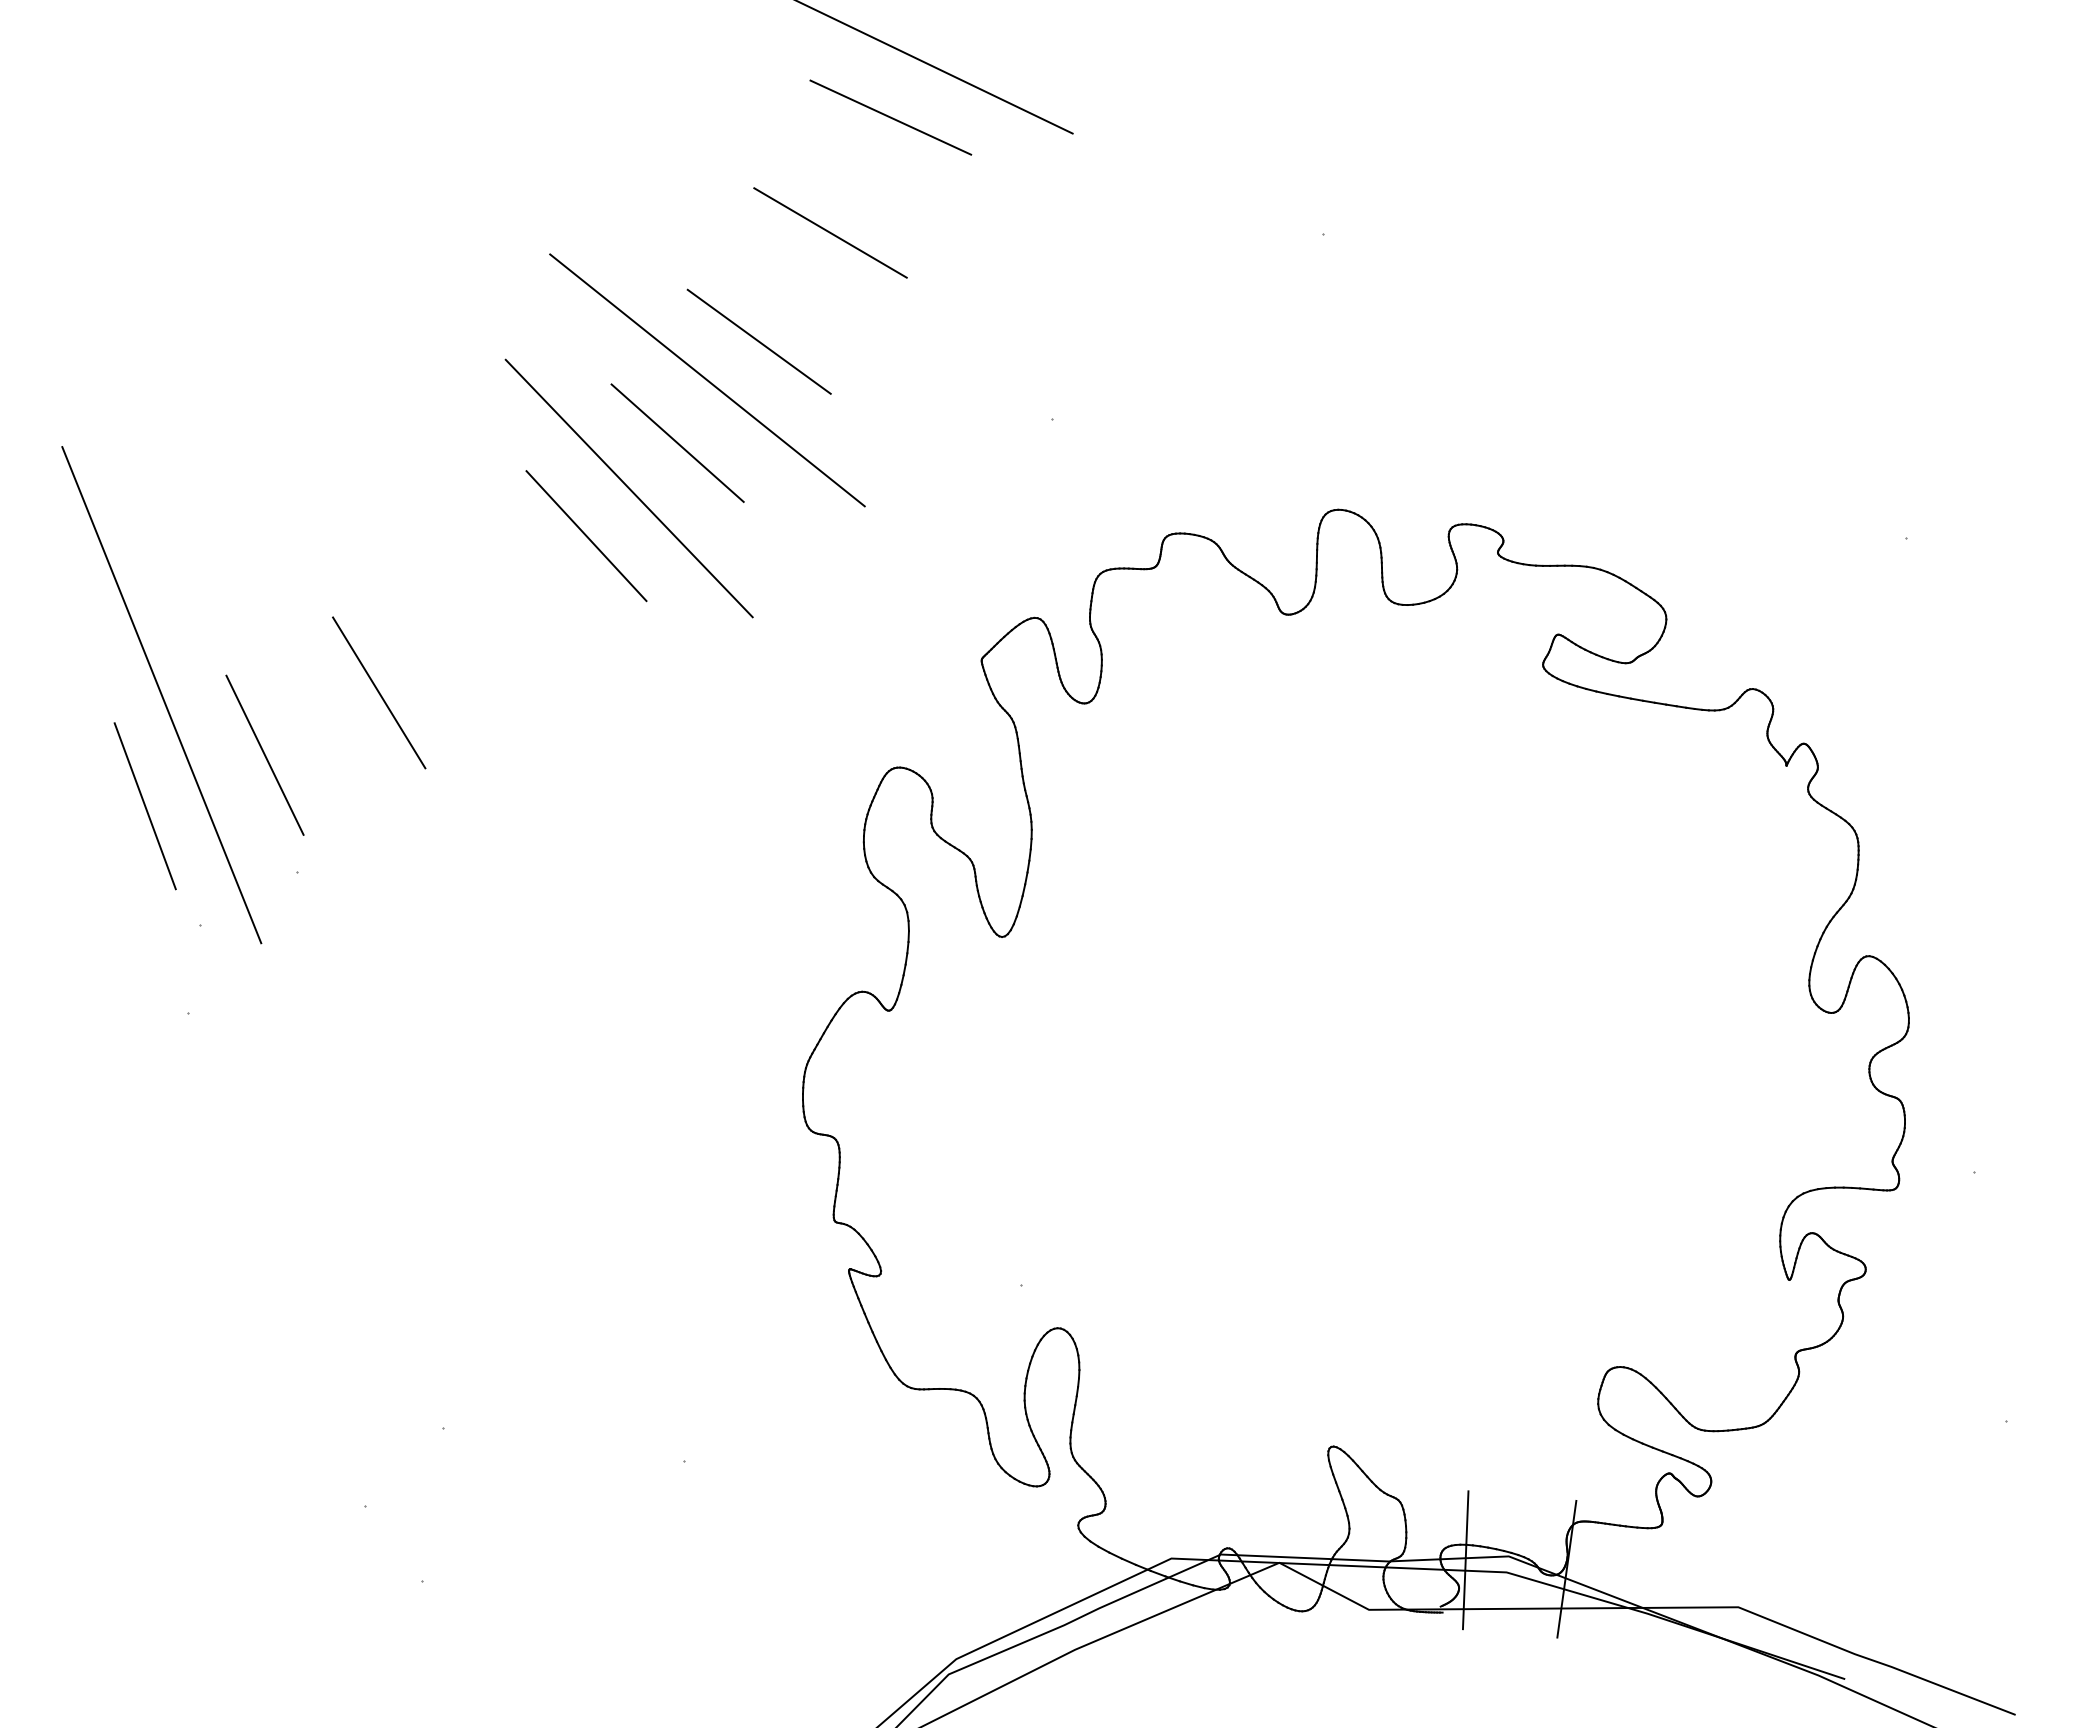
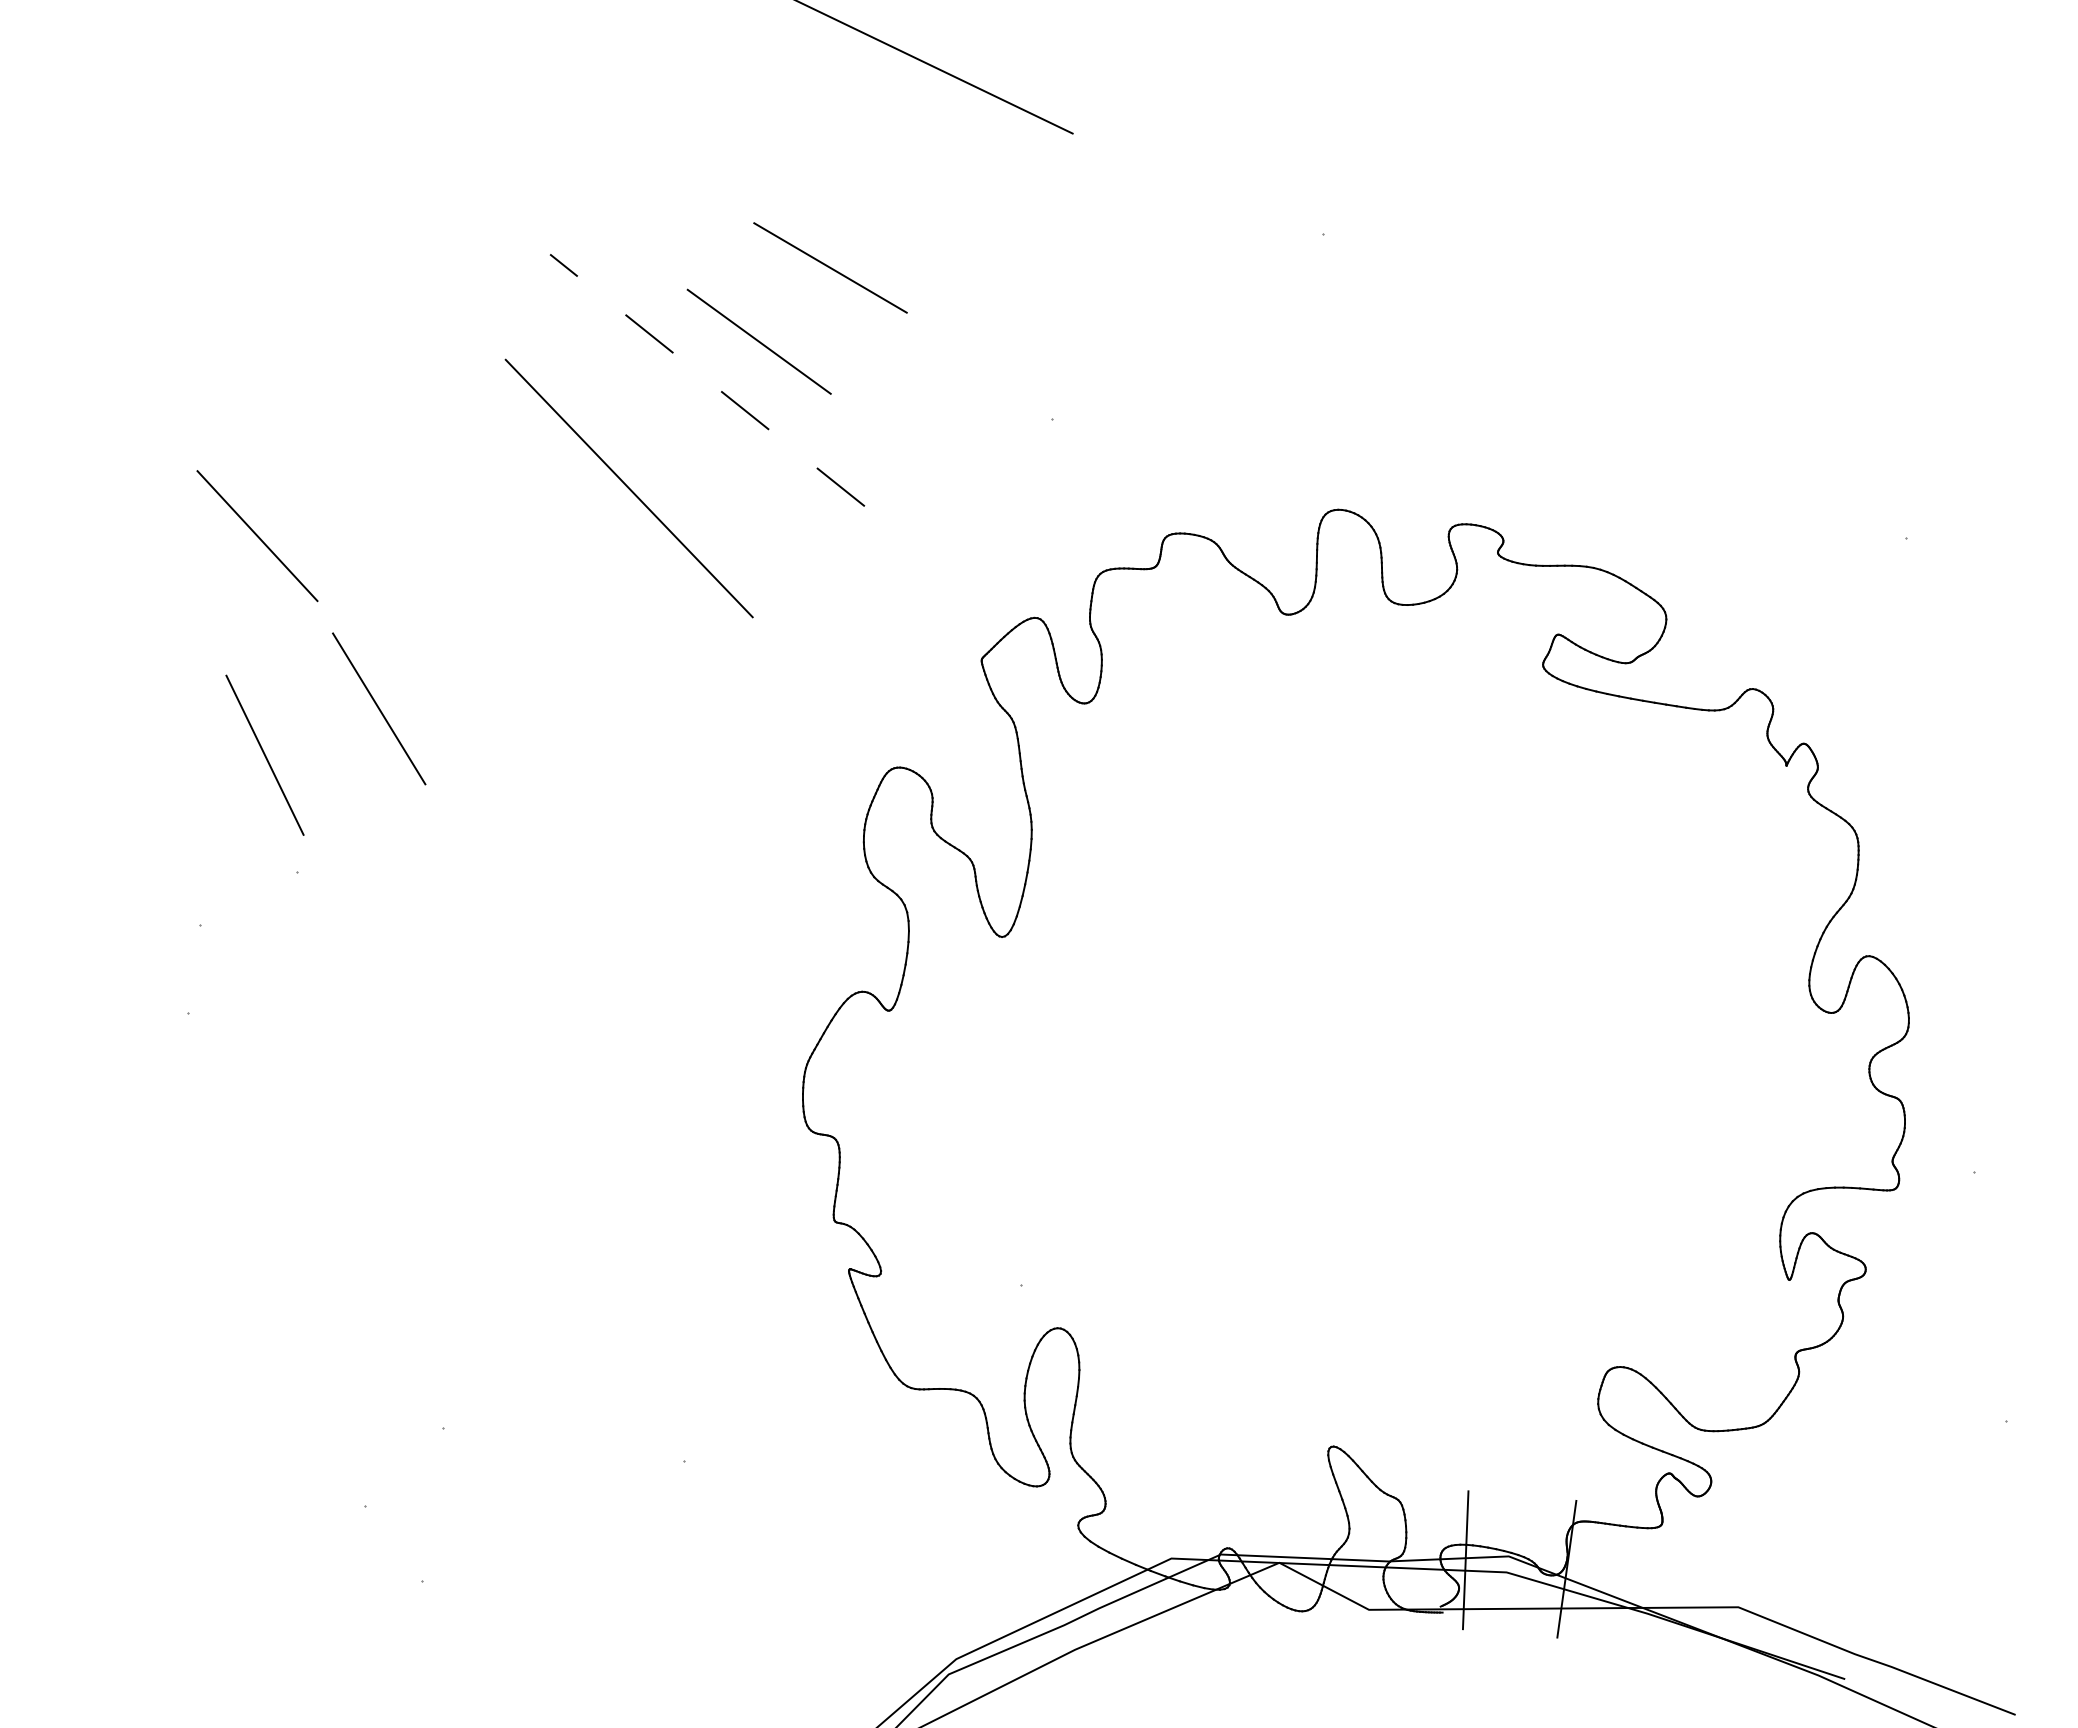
line at (890, 117): present -> none
line at (830, 232) position: (830, 232) -> (830, 267)
line at (707, 380): solid -> dashed
line at (677, 442): present -> none
line at (586, 536) position: (586, 536) -> (257, 536)
line at (379, 692) position: (379, 692) -> (379, 708)
line at (161, 695): present -> none
line at (144, 806): present -> none
